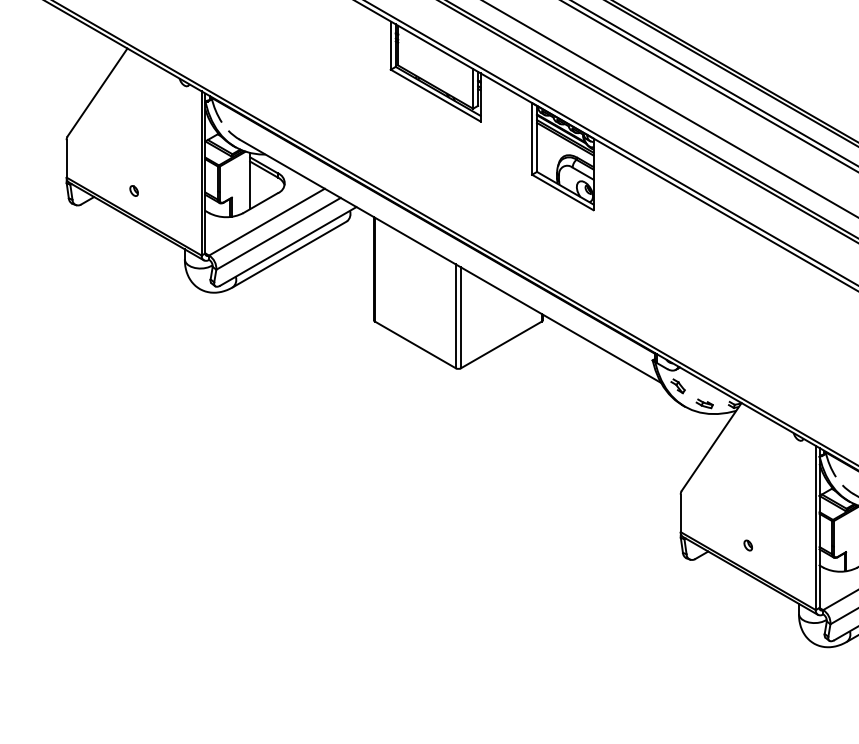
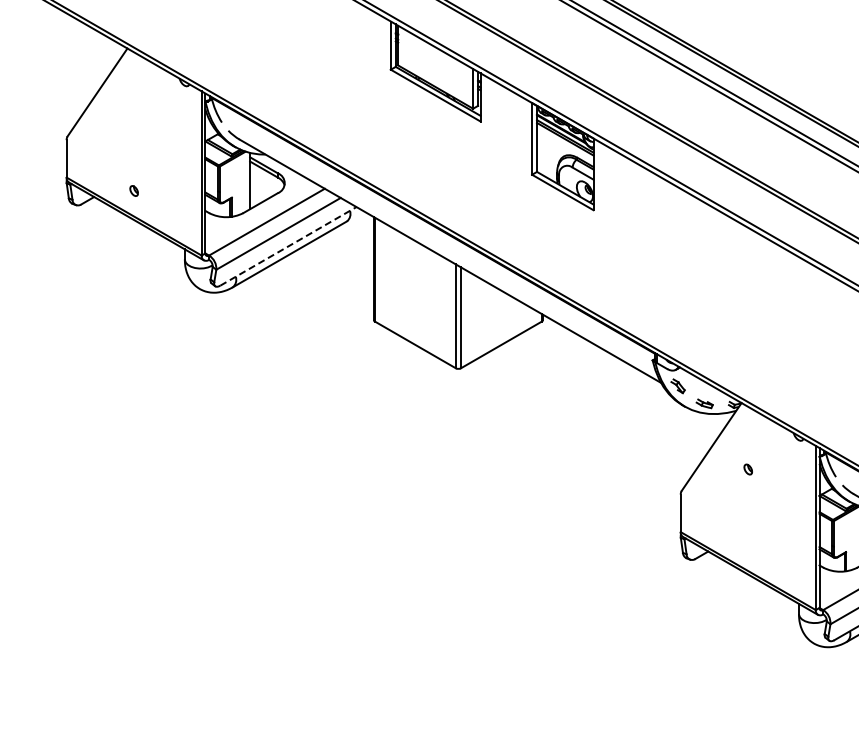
line at (670, 109): present -> none
line at (288, 246): solid -> dashed
part at (747, 545) position: (747, 545) -> (747, 469)
